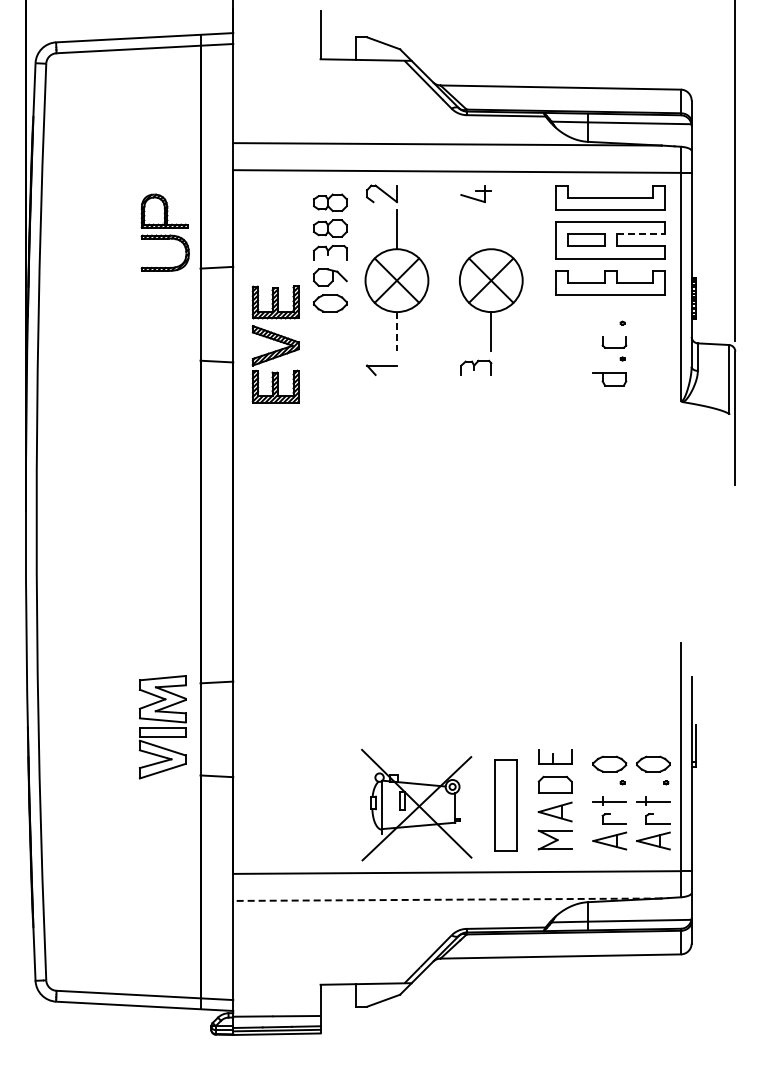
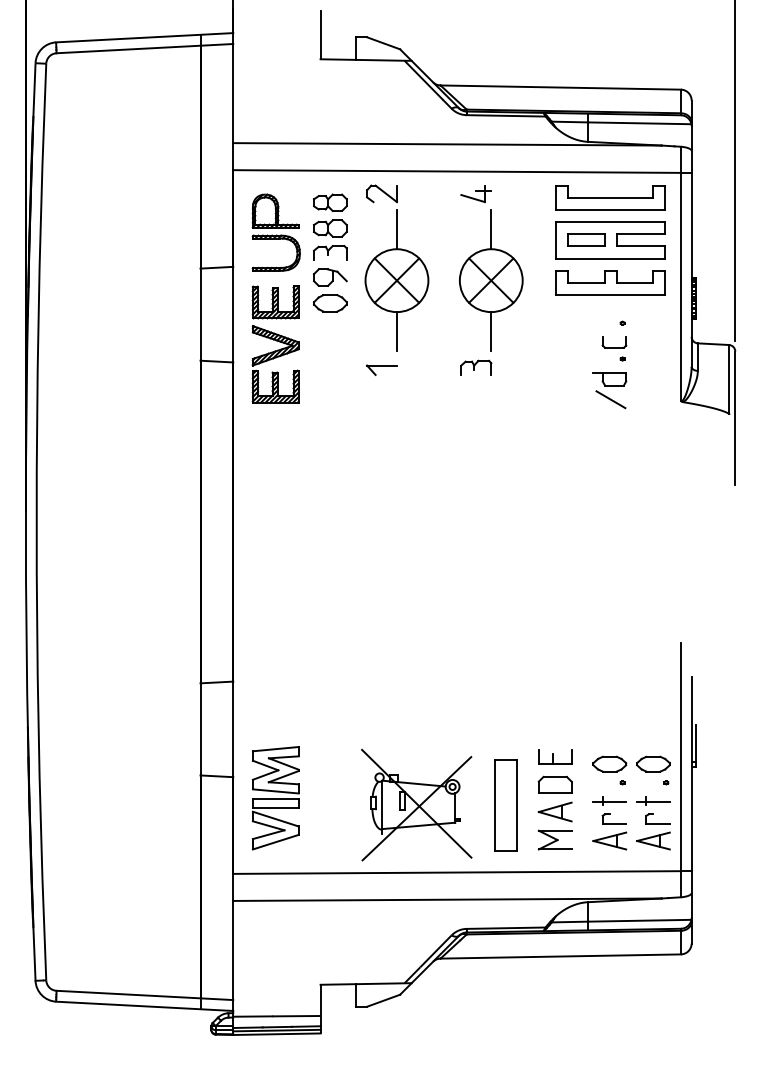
line at (491, 229): none -> present
part at (164, 232) position: (164, 232) -> (275, 232)
line at (641, 234): dashed -> solid
line at (396, 331): dashed -> solid
line at (610, 399): none -> present
part at (162, 727) position: (162, 727) -> (275, 798)
line at (446, 899): dashed -> solid
